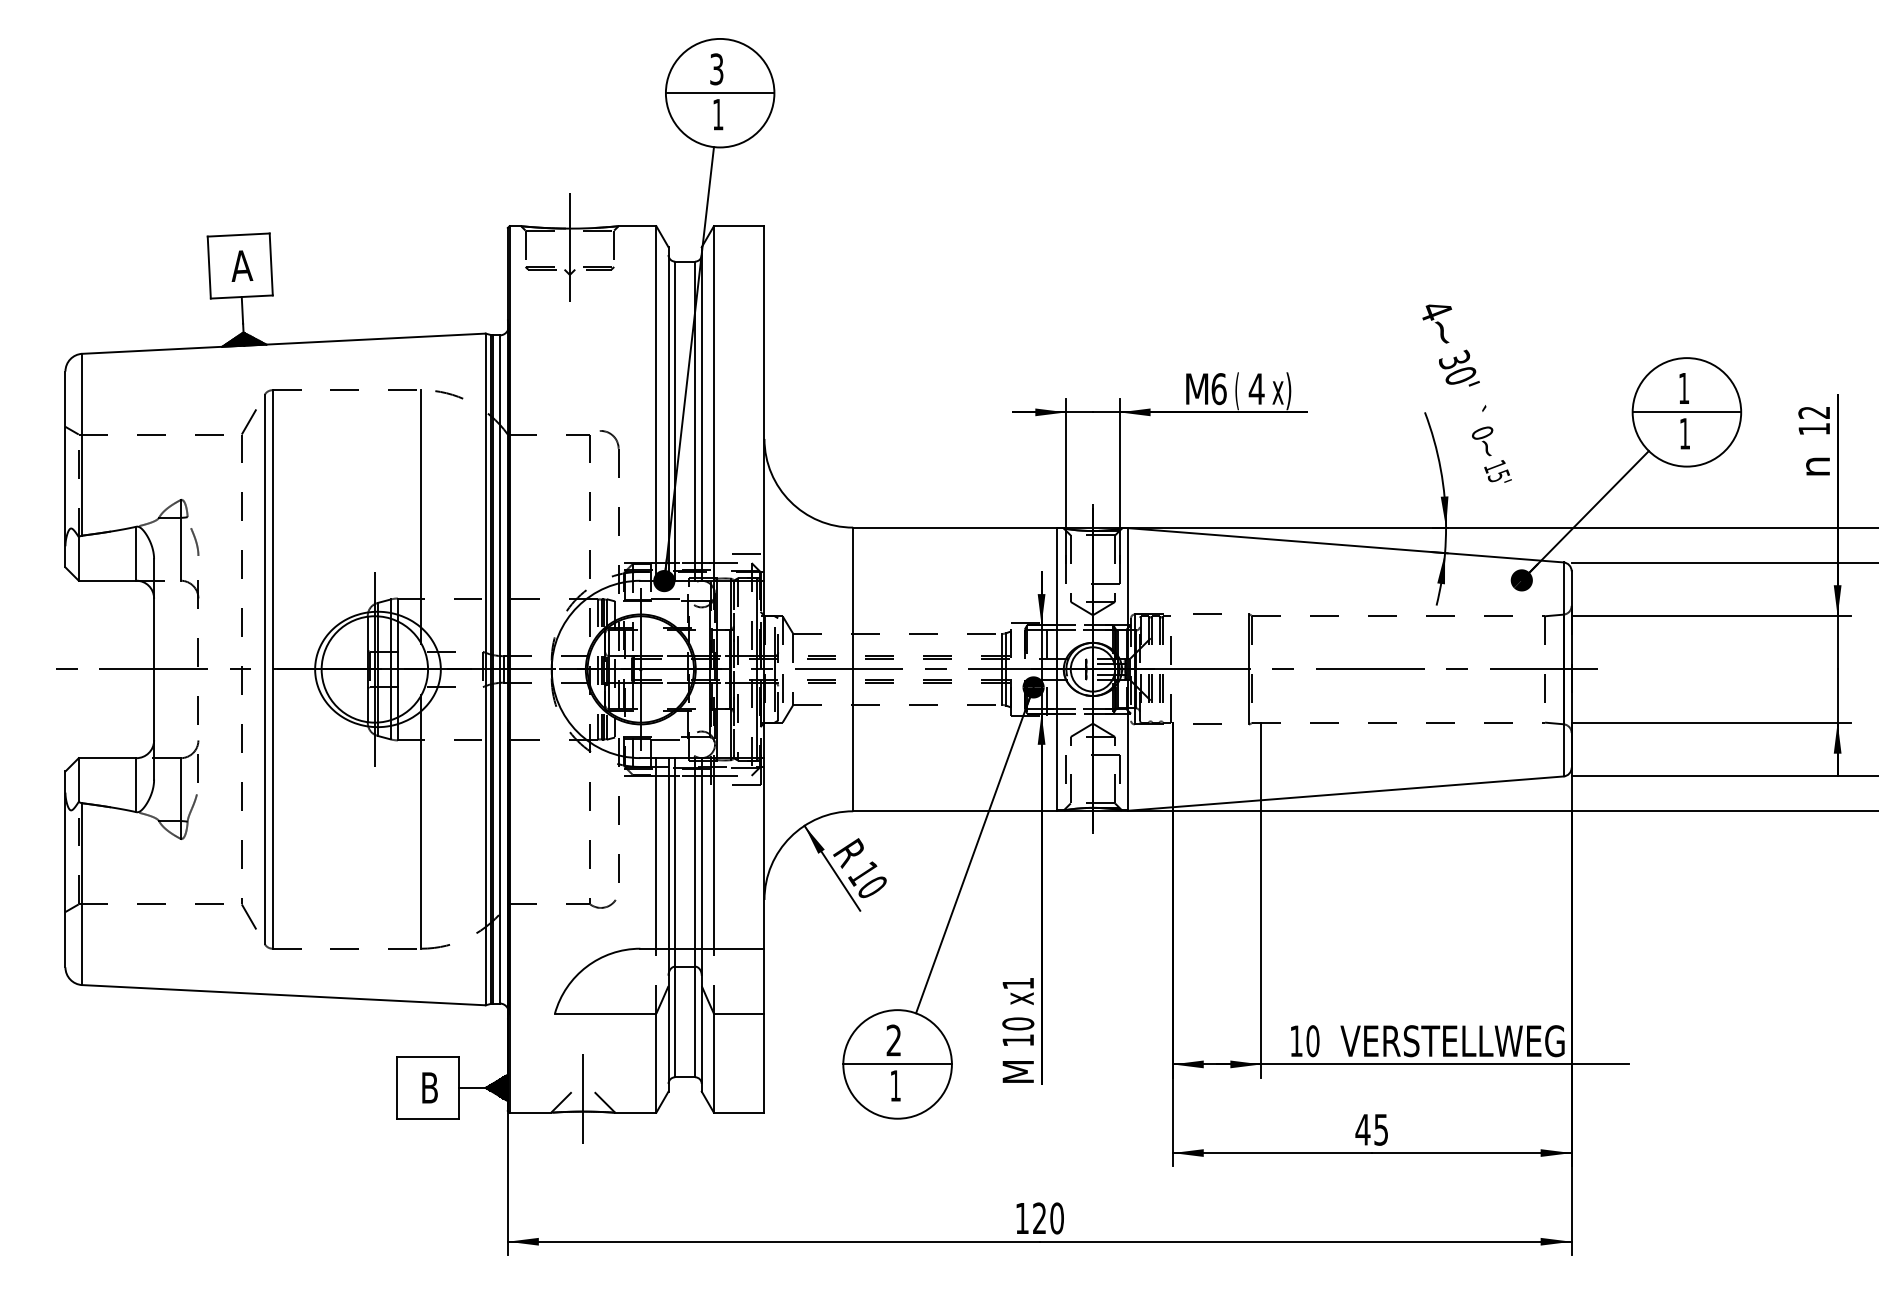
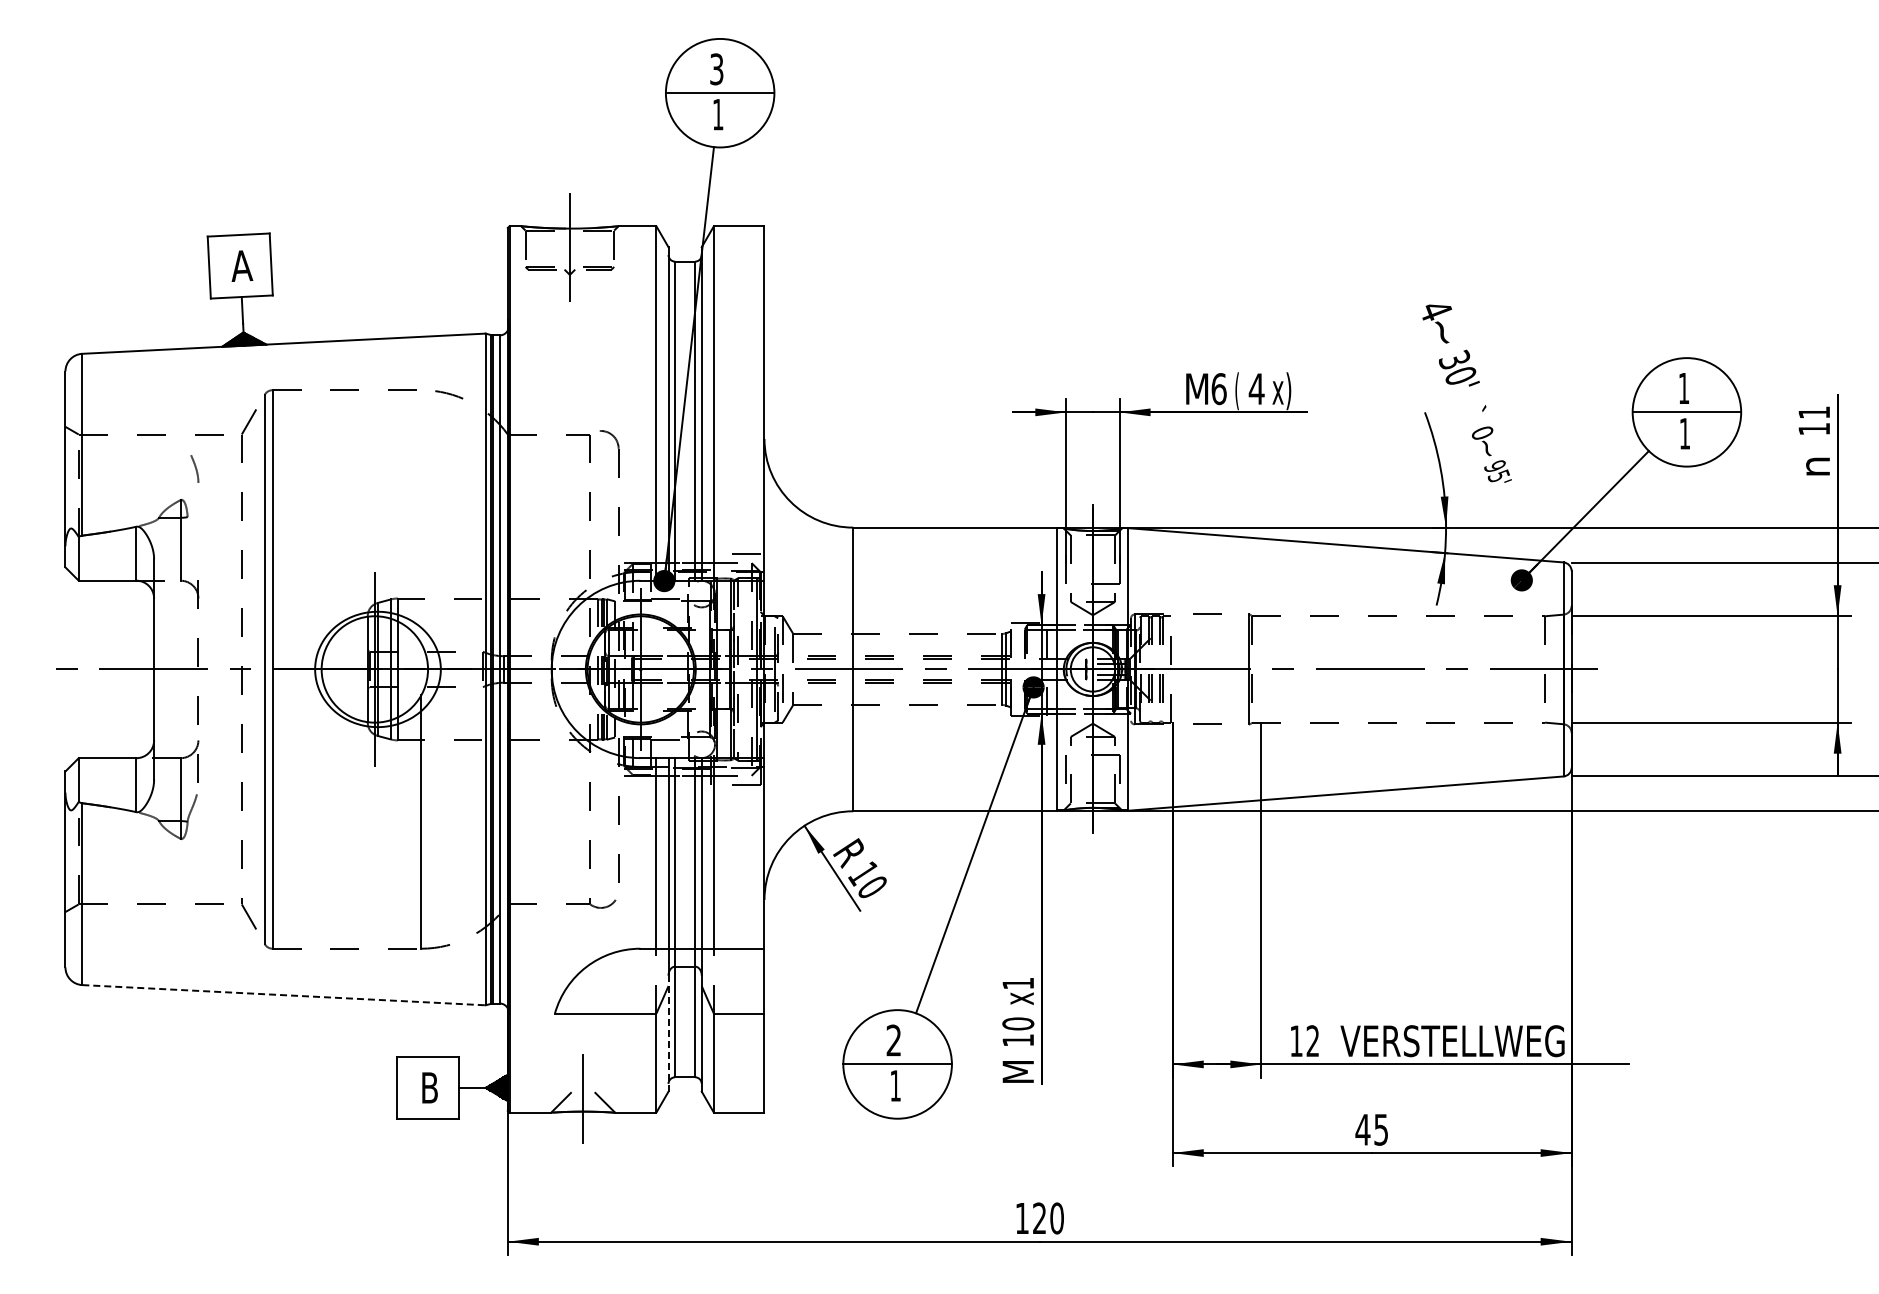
text at (1813, 412): 12 -> 11
text at (1494, 466): 15' -> 95'
line at (421, 516): present -> none
curve at (194, 540) position: (194, 540) -> (194, 467)
line at (283, 995): solid -> dashed
line at (668, 1033): solid -> dashed
text at (1312, 1041): 10 -> 12
